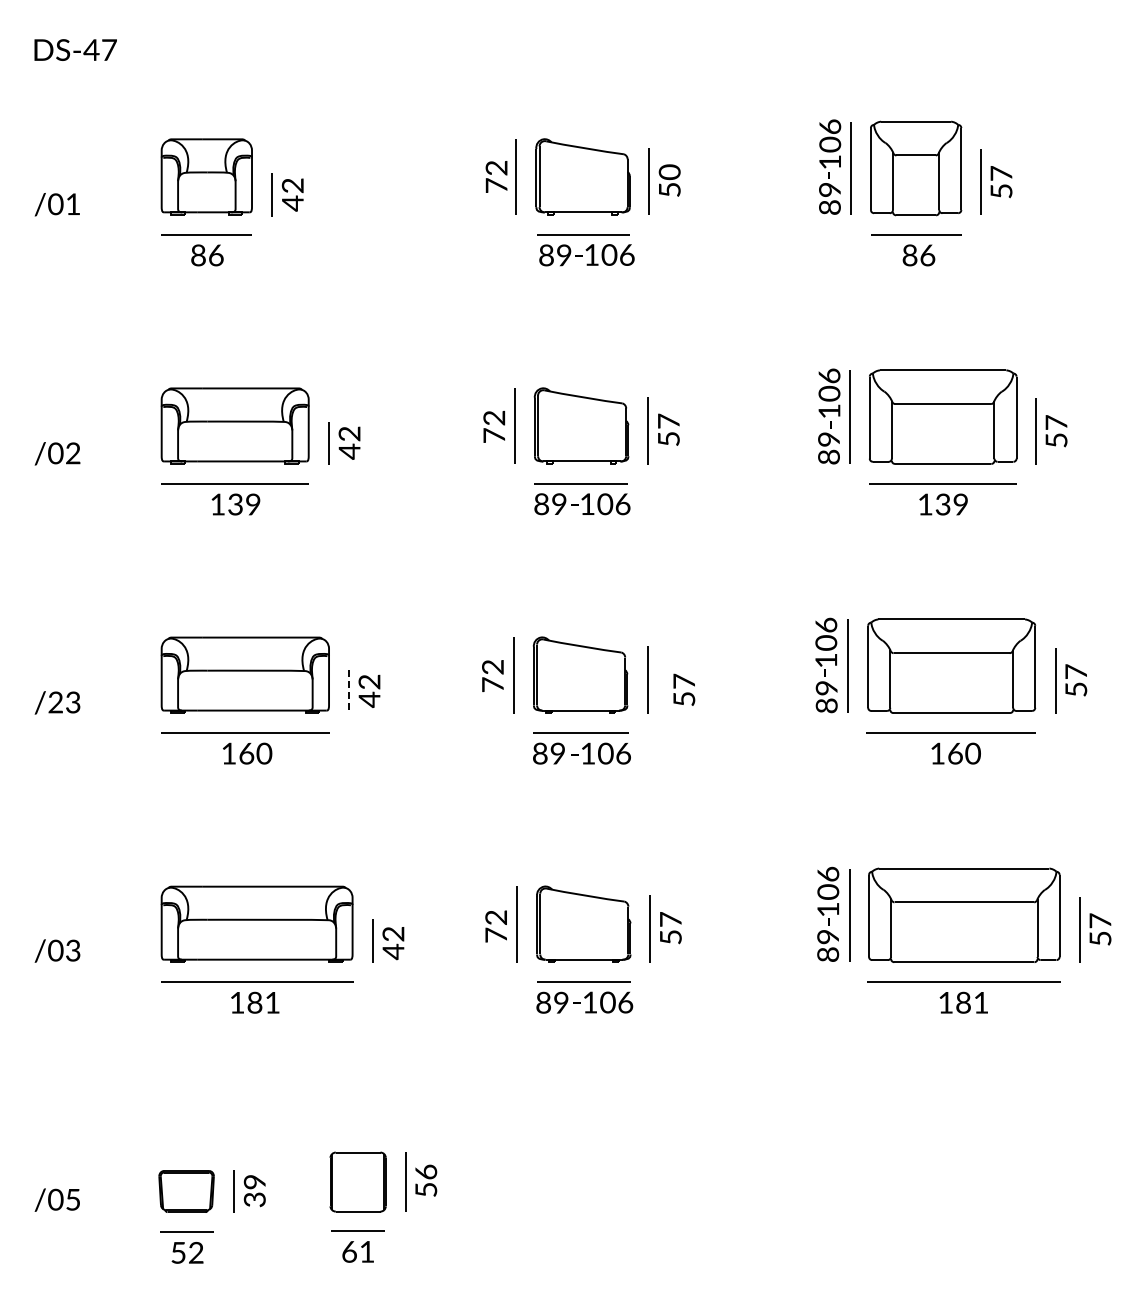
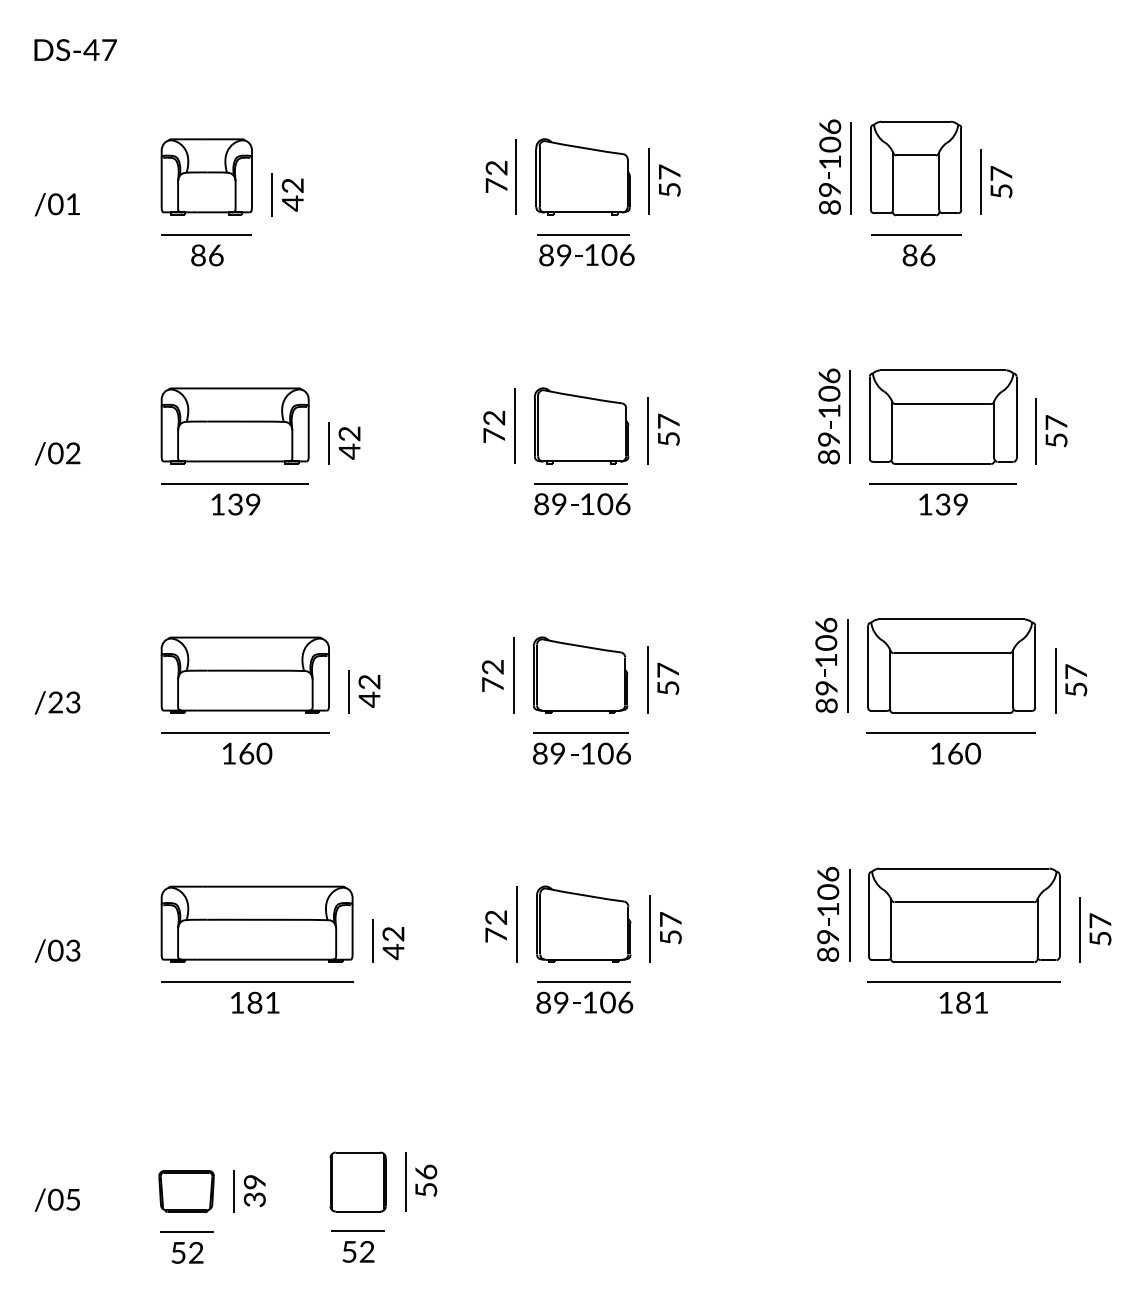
text at (669, 172): 50 -> 57
text at (684, 689) position: (684, 689) -> (668, 678)
line at (348, 691): dashed -> solid
text at (358, 1251): 61 -> 52
